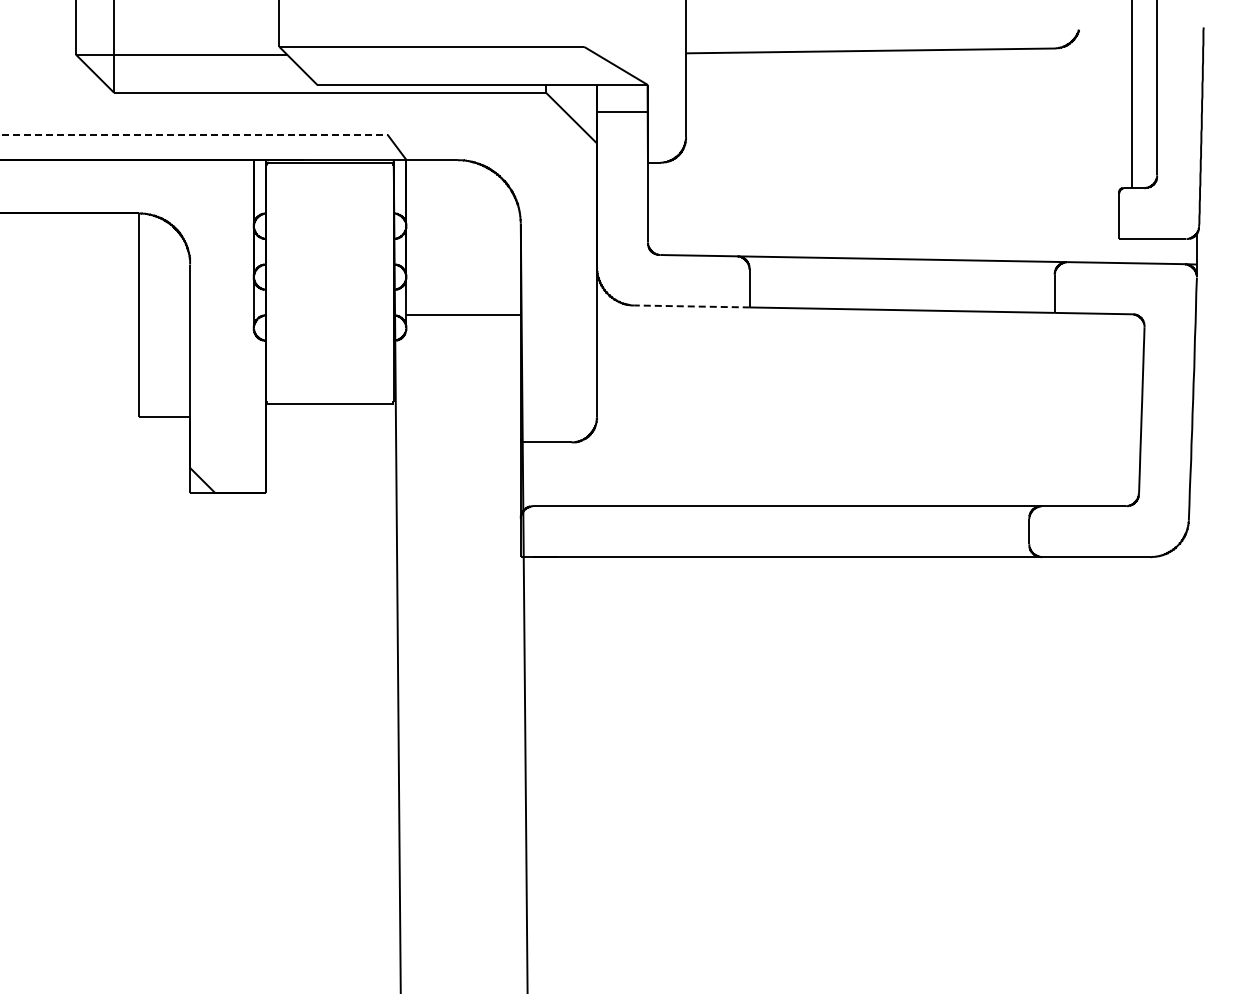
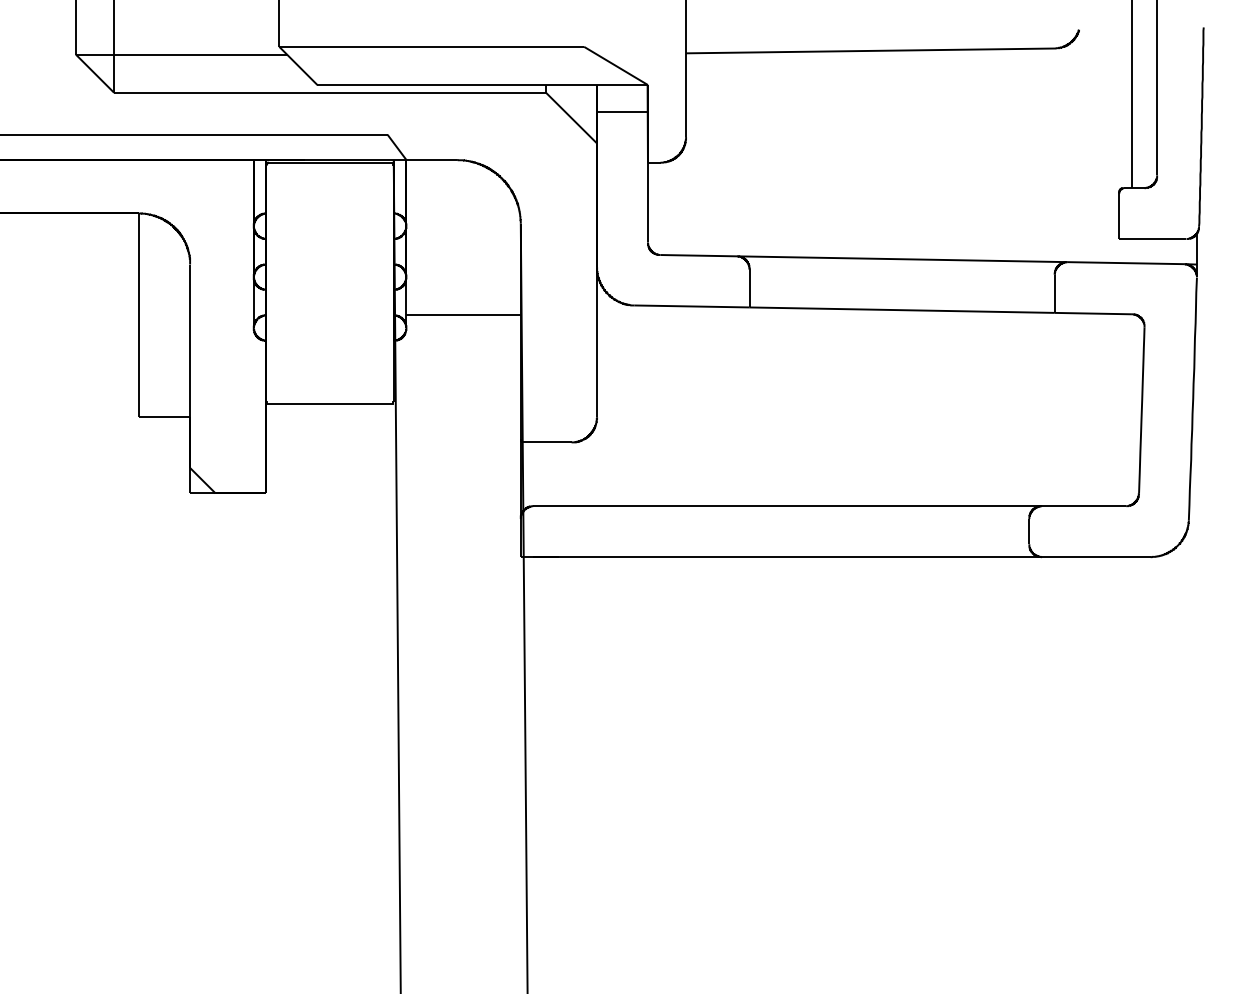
line at (194, 134): dashed -> solid
line at (692, 306): dashed -> solid
